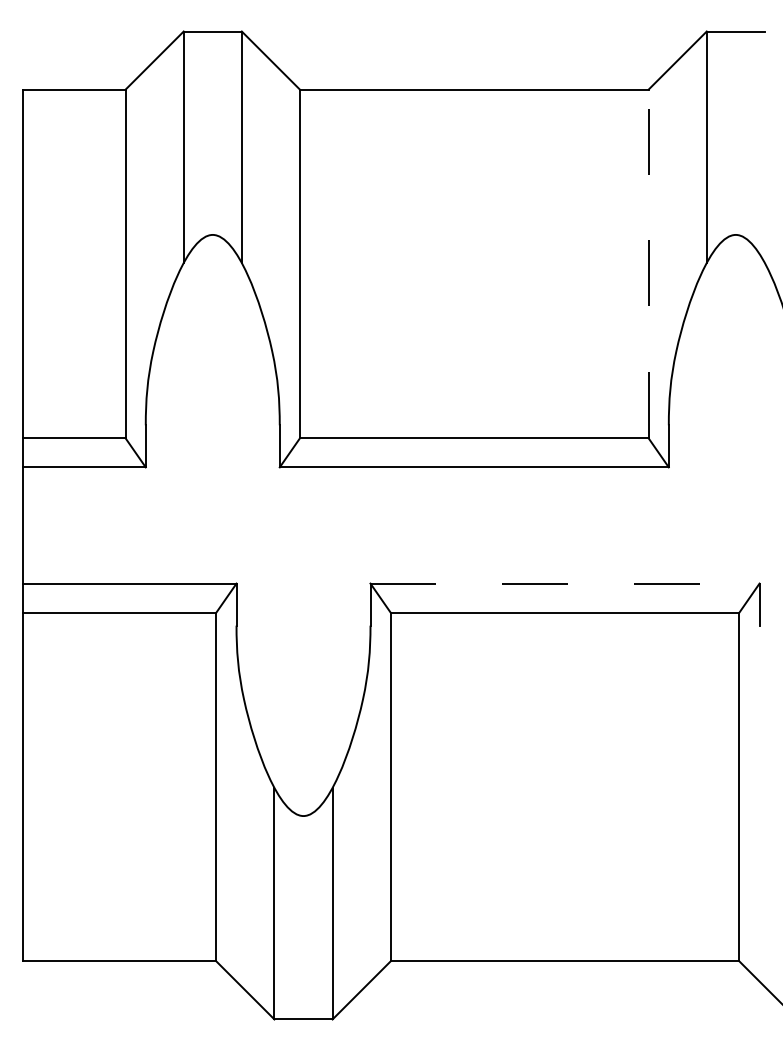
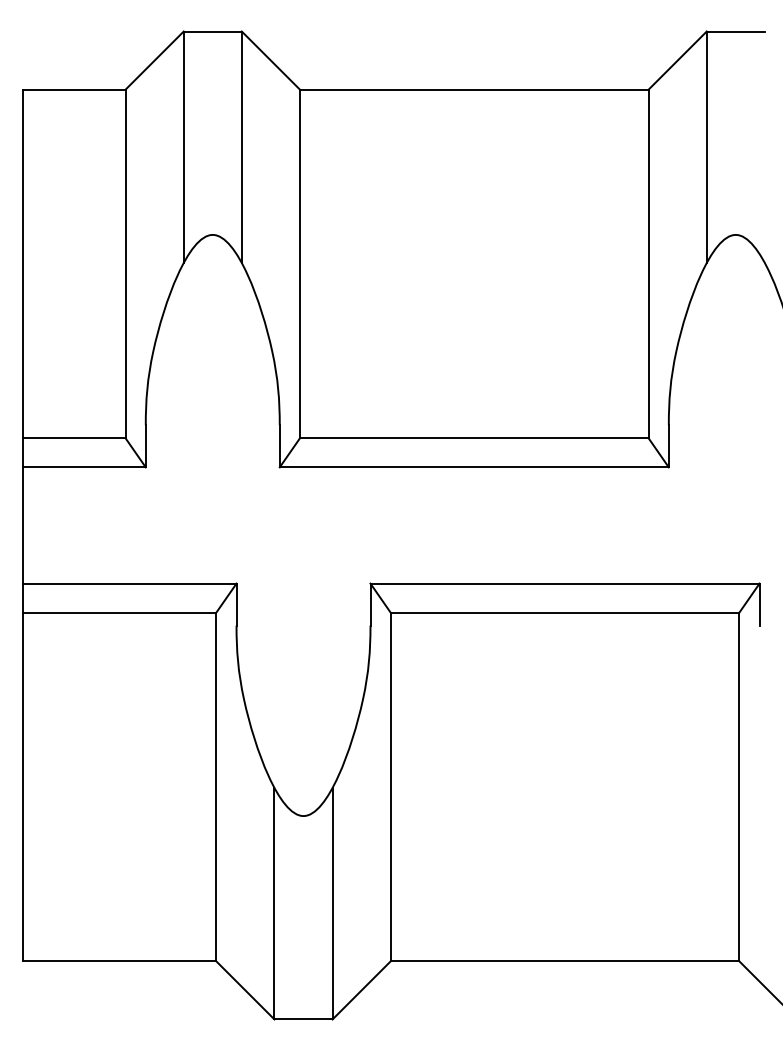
line at (648, 263): dashed -> solid
line at (565, 583): dashed -> solid
